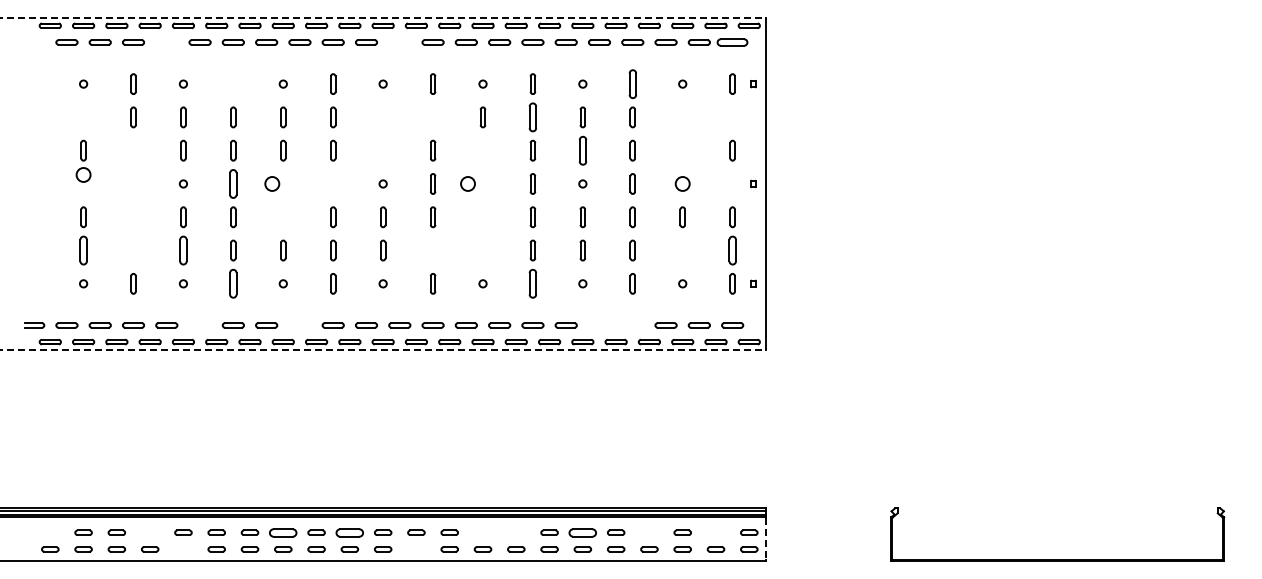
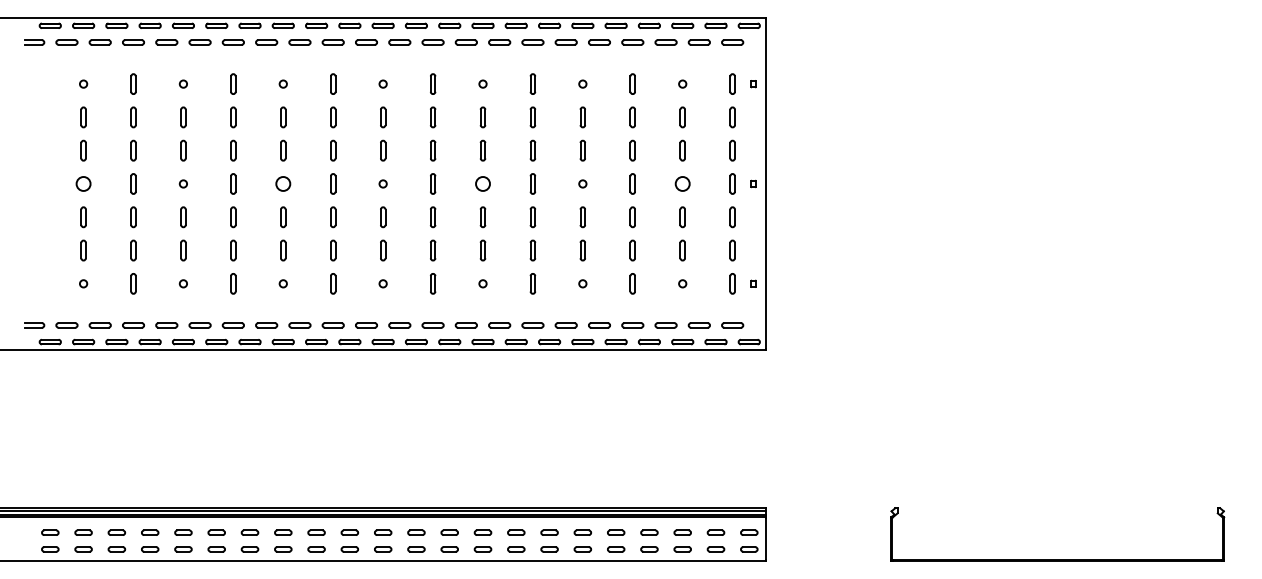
line at (383, 17): dashed -> solid
part at (34, 42): none -> present
part at (166, 42): none -> present
part at (399, 42): none -> present
part at (732, 42) size: 33x9 px -> 24x7 px
part at (233, 83): none -> present
part at (632, 83) size: 9x30 px -> 7x22 px
part at (83, 117): none -> present
part at (383, 117): none -> present
part at (433, 117): none -> present
part at (532, 117) size: 9x31 px -> 8x23 px
part at (682, 117): none -> present
part at (732, 117): none -> present
part at (133, 150): none -> present
part at (383, 150): none -> present
part at (482, 150): none -> present
part at (582, 150) size: 10x31 px -> 7x23 px
part at (682, 150): none -> present
circle at (83, 174) position: (83, 174) -> (83, 183)
part at (133, 183): none -> present
part at (233, 183) size: 9x30 px -> 7x22 px
circle at (272, 183) position: (272, 183) -> (283, 183)
part at (333, 183): none -> present
circle at (467, 183) position: (467, 183) -> (482, 183)
part at (732, 183): none -> present
part at (133, 217): none -> present
part at (283, 217): none -> present
part at (482, 217): none -> present
part at (83, 250) size: 9x31 px -> 7x23 px
part at (133, 250): none -> present
part at (183, 250) size: 9x31 px -> 7x23 px
part at (433, 250): none -> present
part at (482, 250): none -> present
part at (682, 250): none -> present
part at (732, 250) size: 9x31 px -> 7x23 px
part at (233, 283) size: 9x31 px -> 7x22 px
part at (532, 283) size: 9x31 px -> 8x22 px
part at (199, 325): none -> present
part at (299, 325): none -> present
part at (599, 325): none -> present
part at (632, 325): none -> present
line at (383, 350): dashed -> solid
part at (50, 532): none -> present
part at (150, 532): none -> present
part at (283, 532) size: 29x10 px -> 19x7 px
part at (349, 532) size: 29x10 px -> 20x7 px
part at (482, 532): none -> present
part at (516, 532): none -> present
part at (582, 532) size: 29x10 px -> 20x7 px
part at (649, 532): none -> present
part at (715, 532): none -> present
line at (765, 538): dashed -> solid
part at (183, 549): none -> present
part at (416, 549): none -> present
